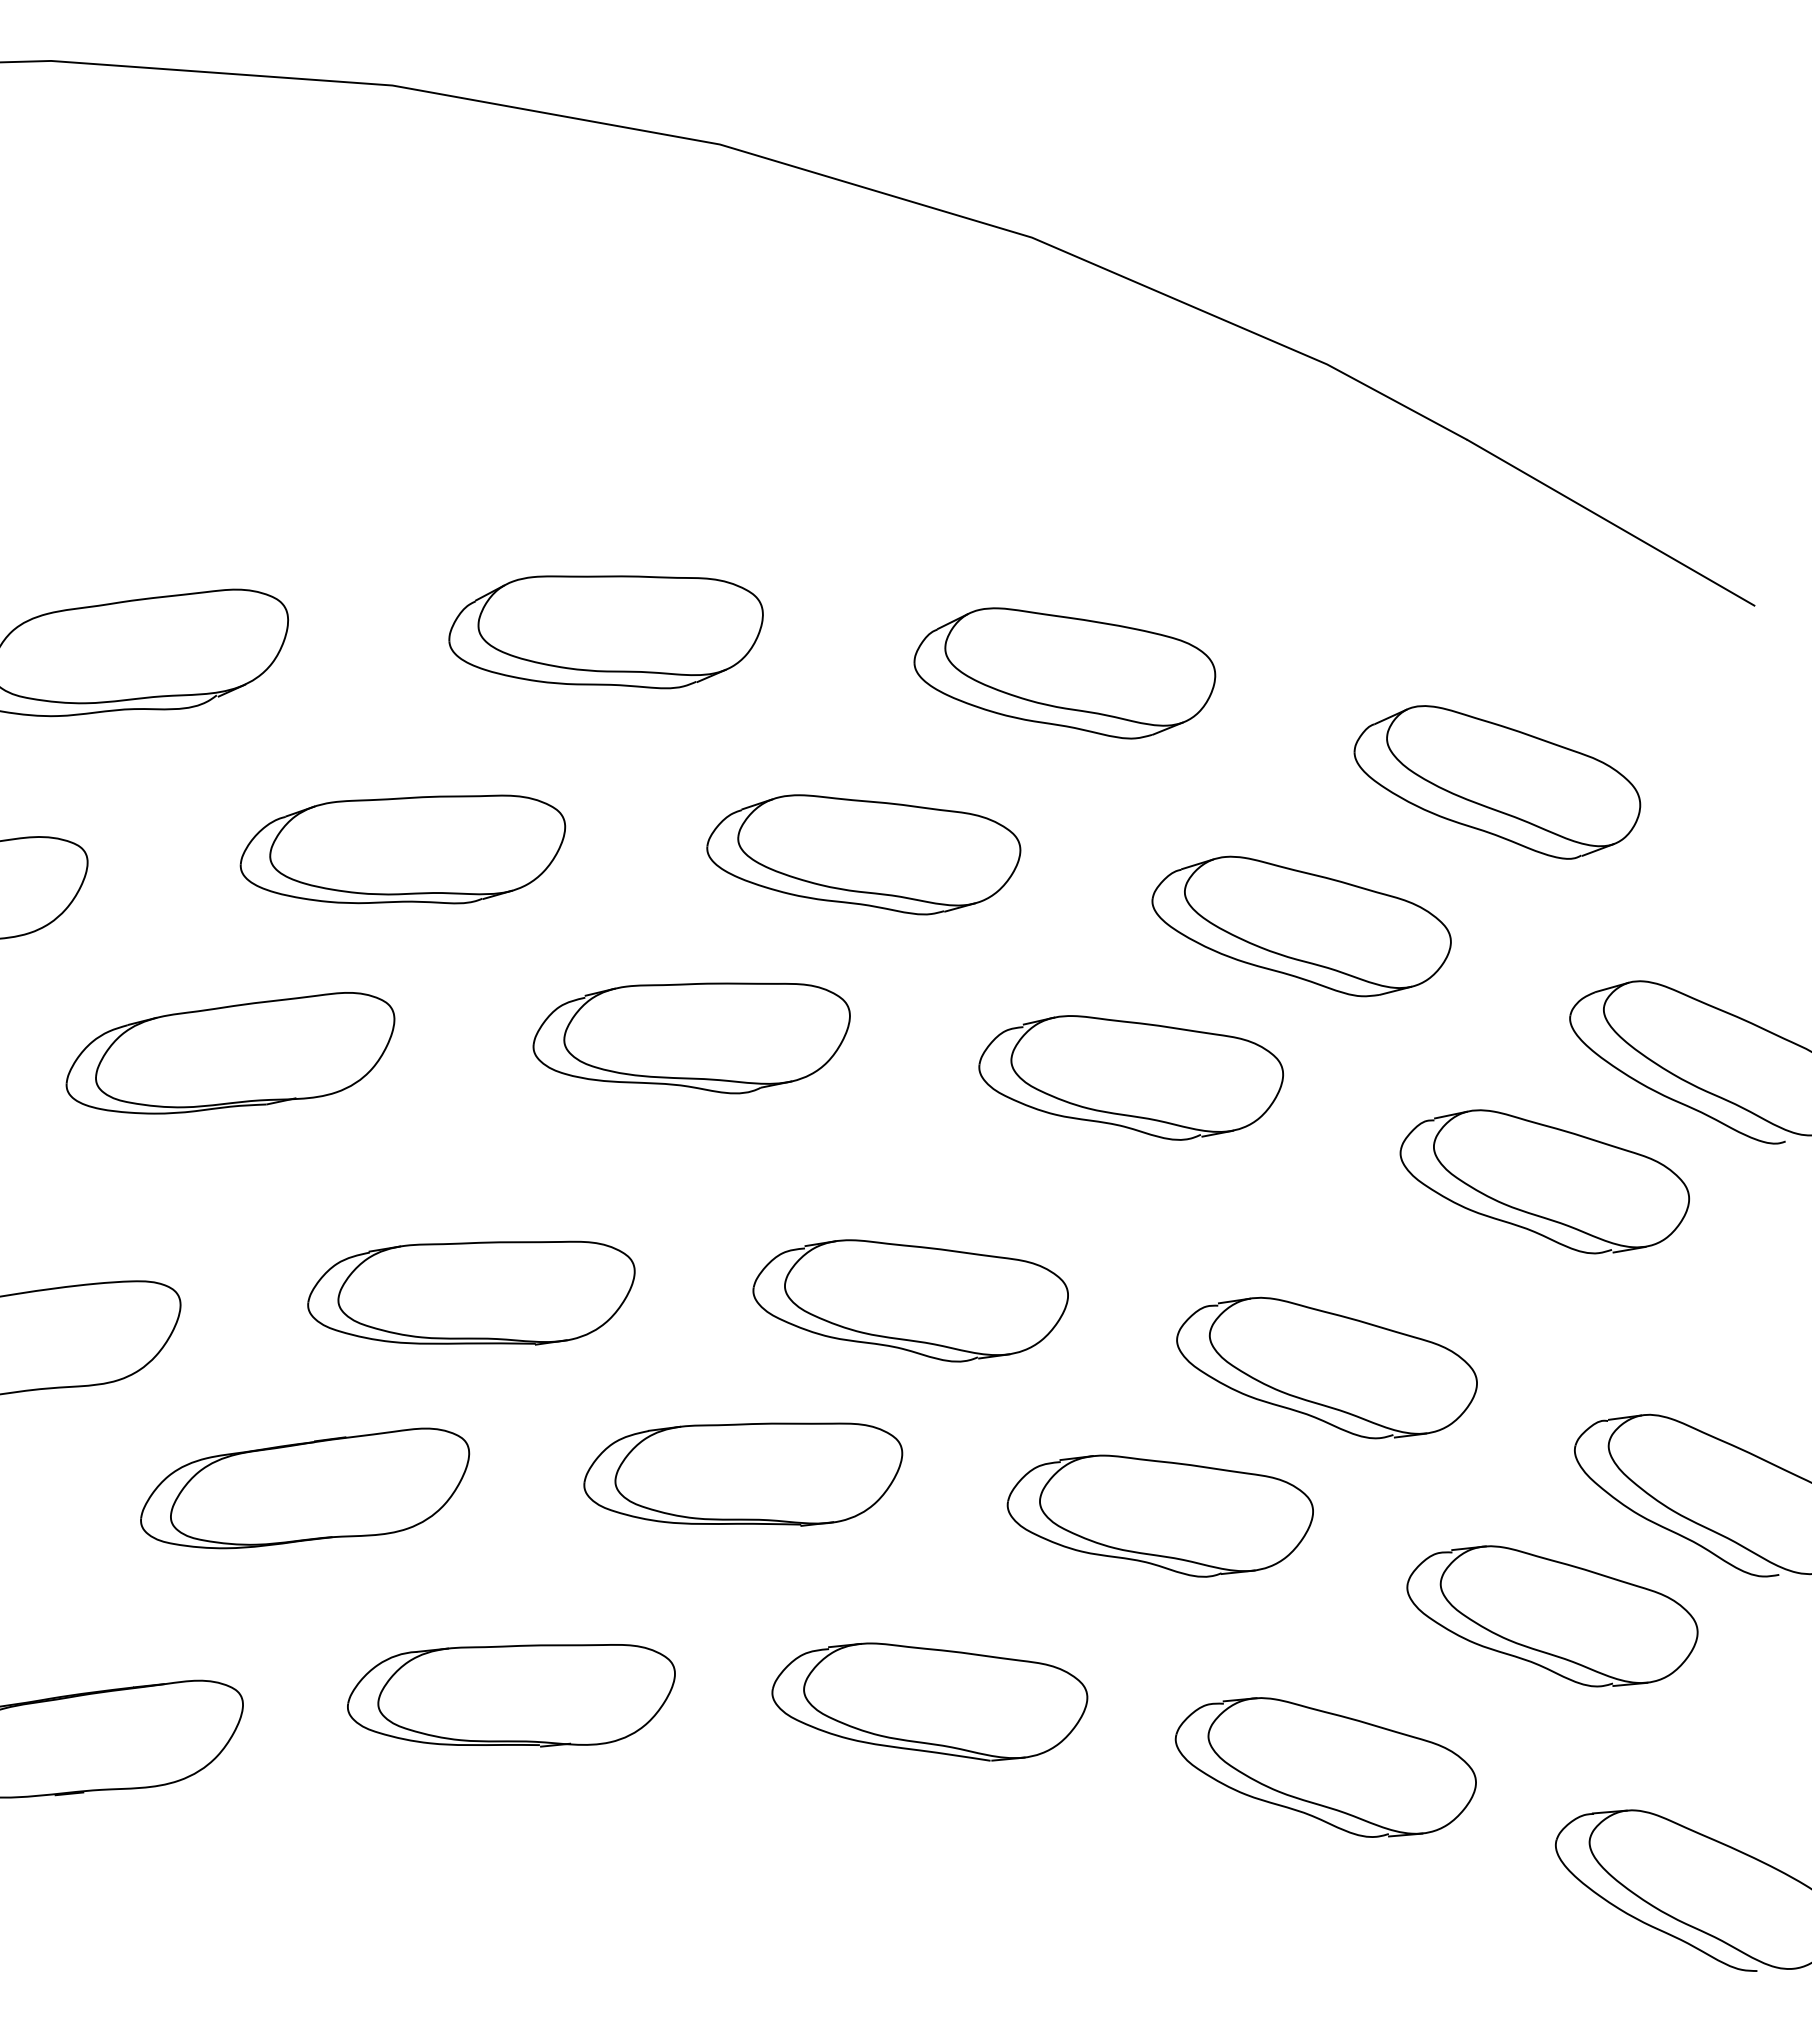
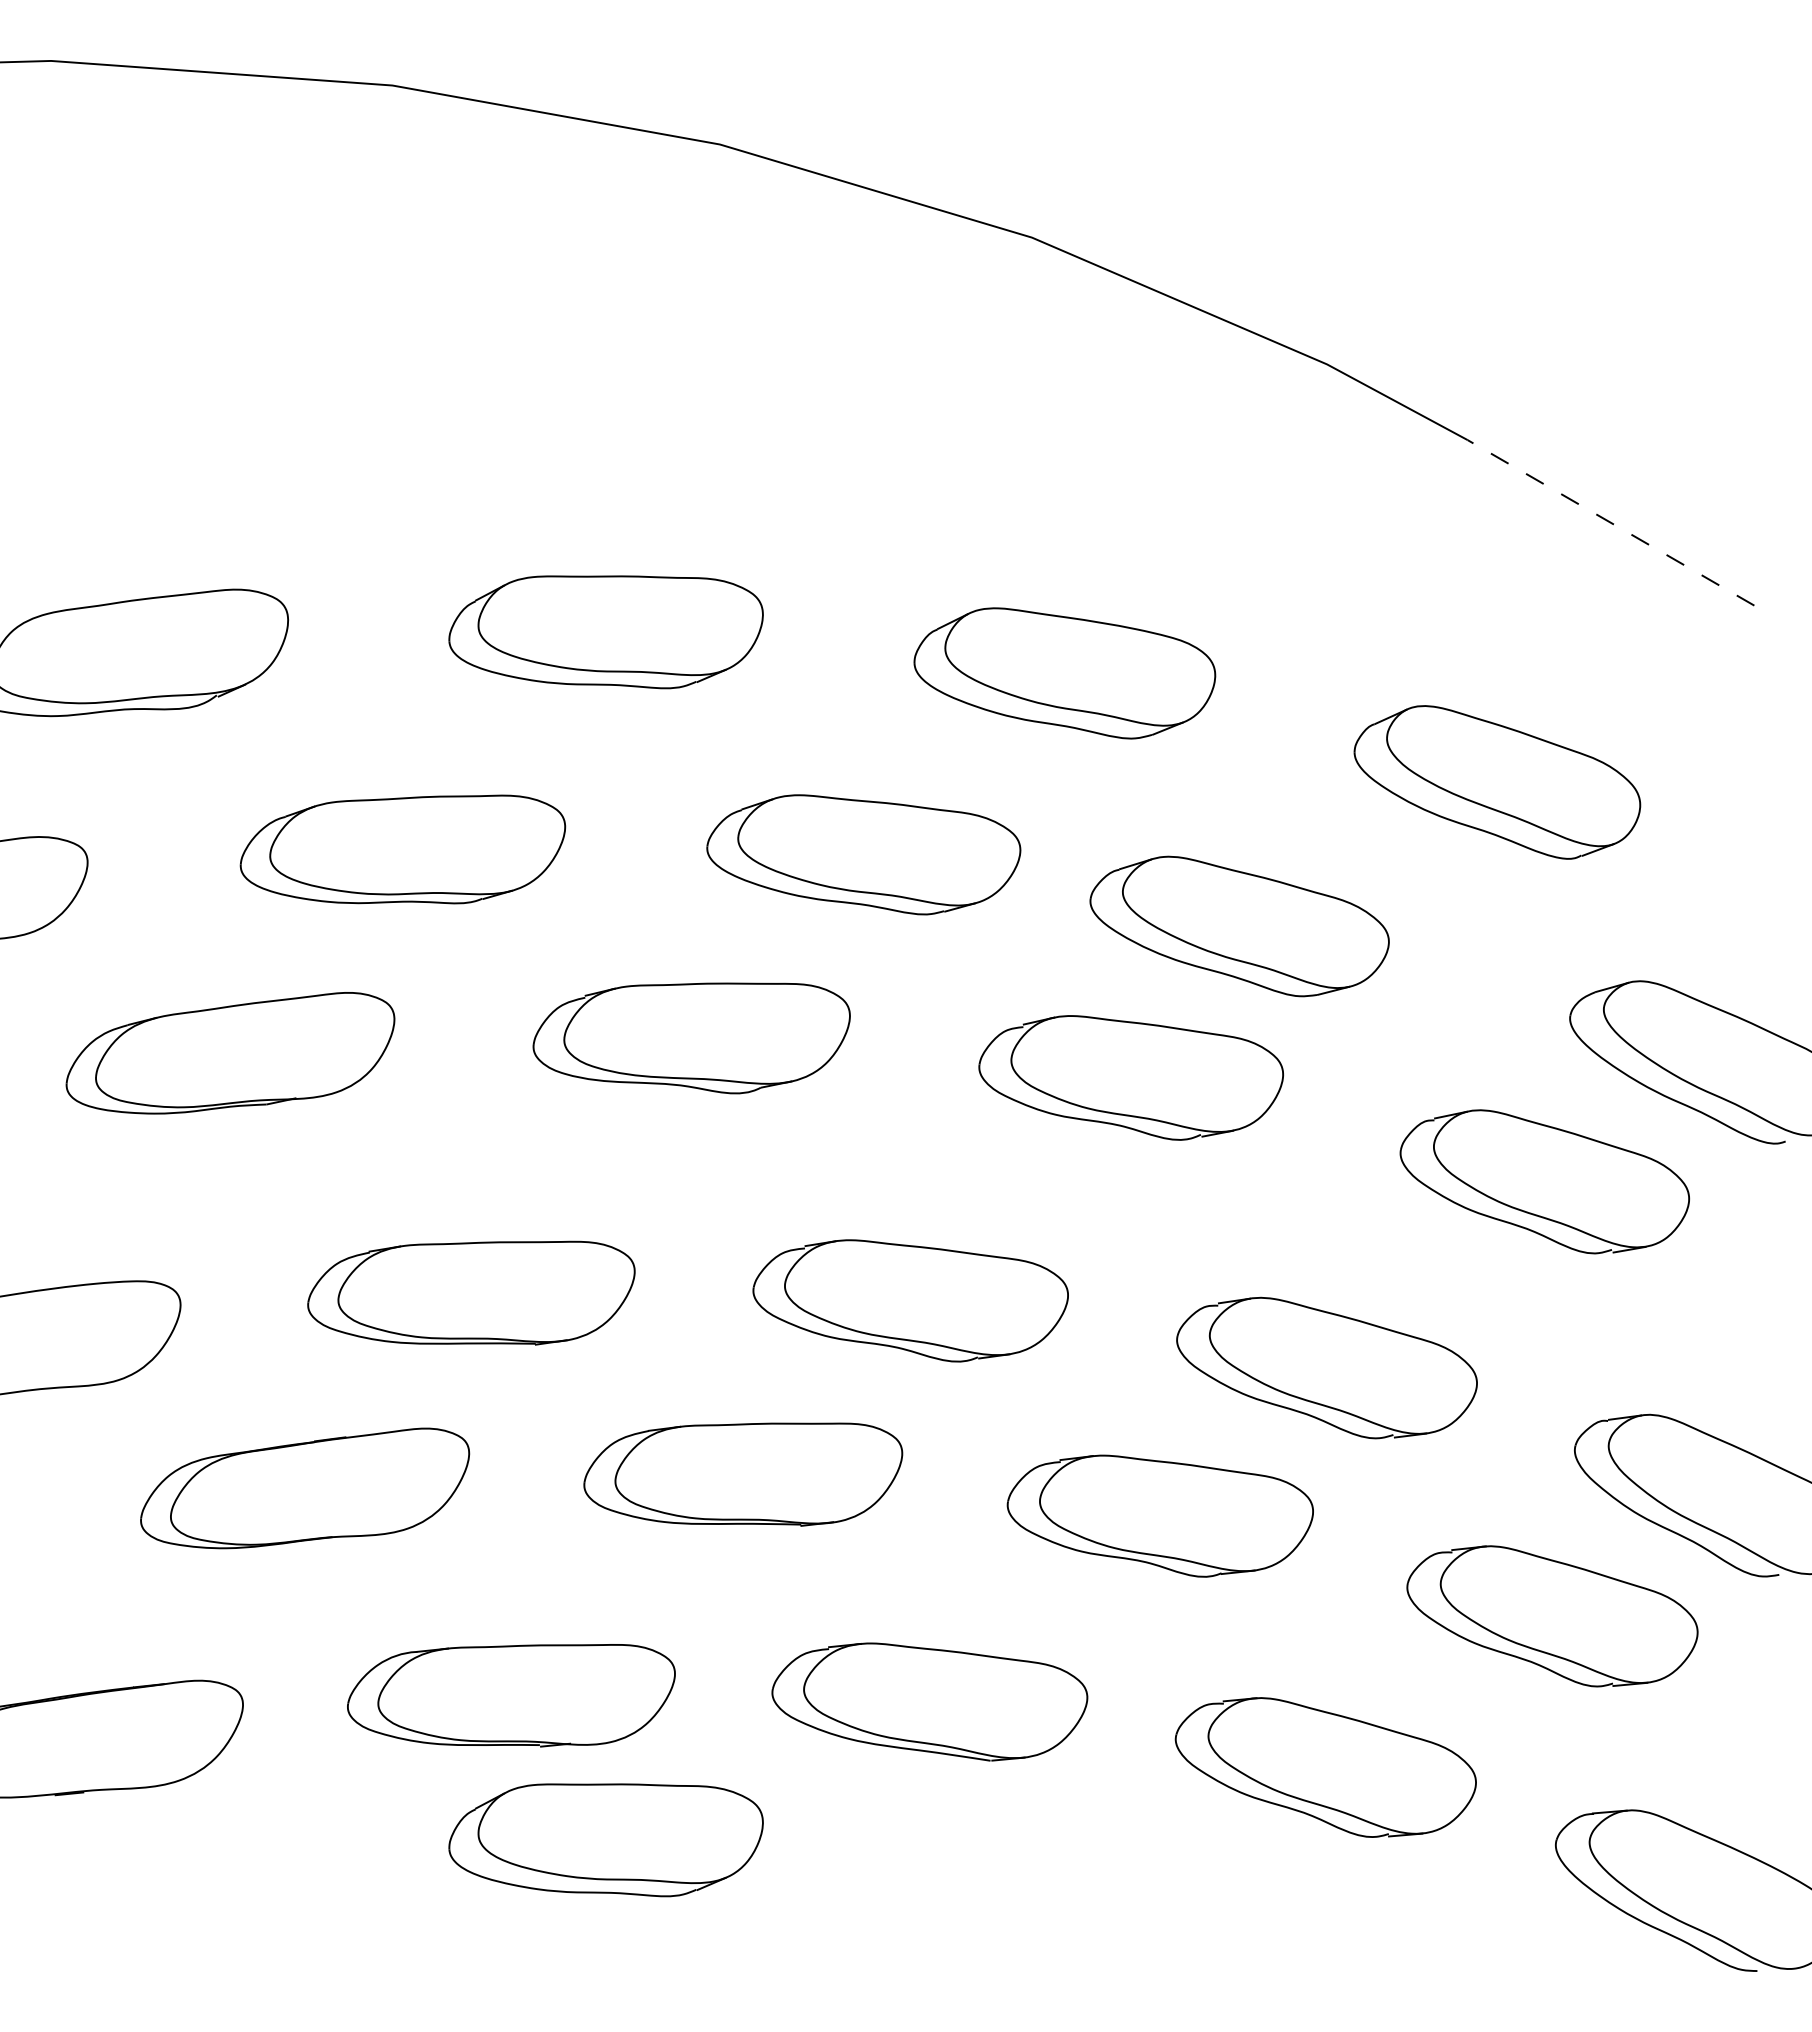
line at (1610, 522): solid -> dashed
part at (1301, 926) position: (1301, 926) -> (1239, 926)
part at (605, 1840): none -> present
